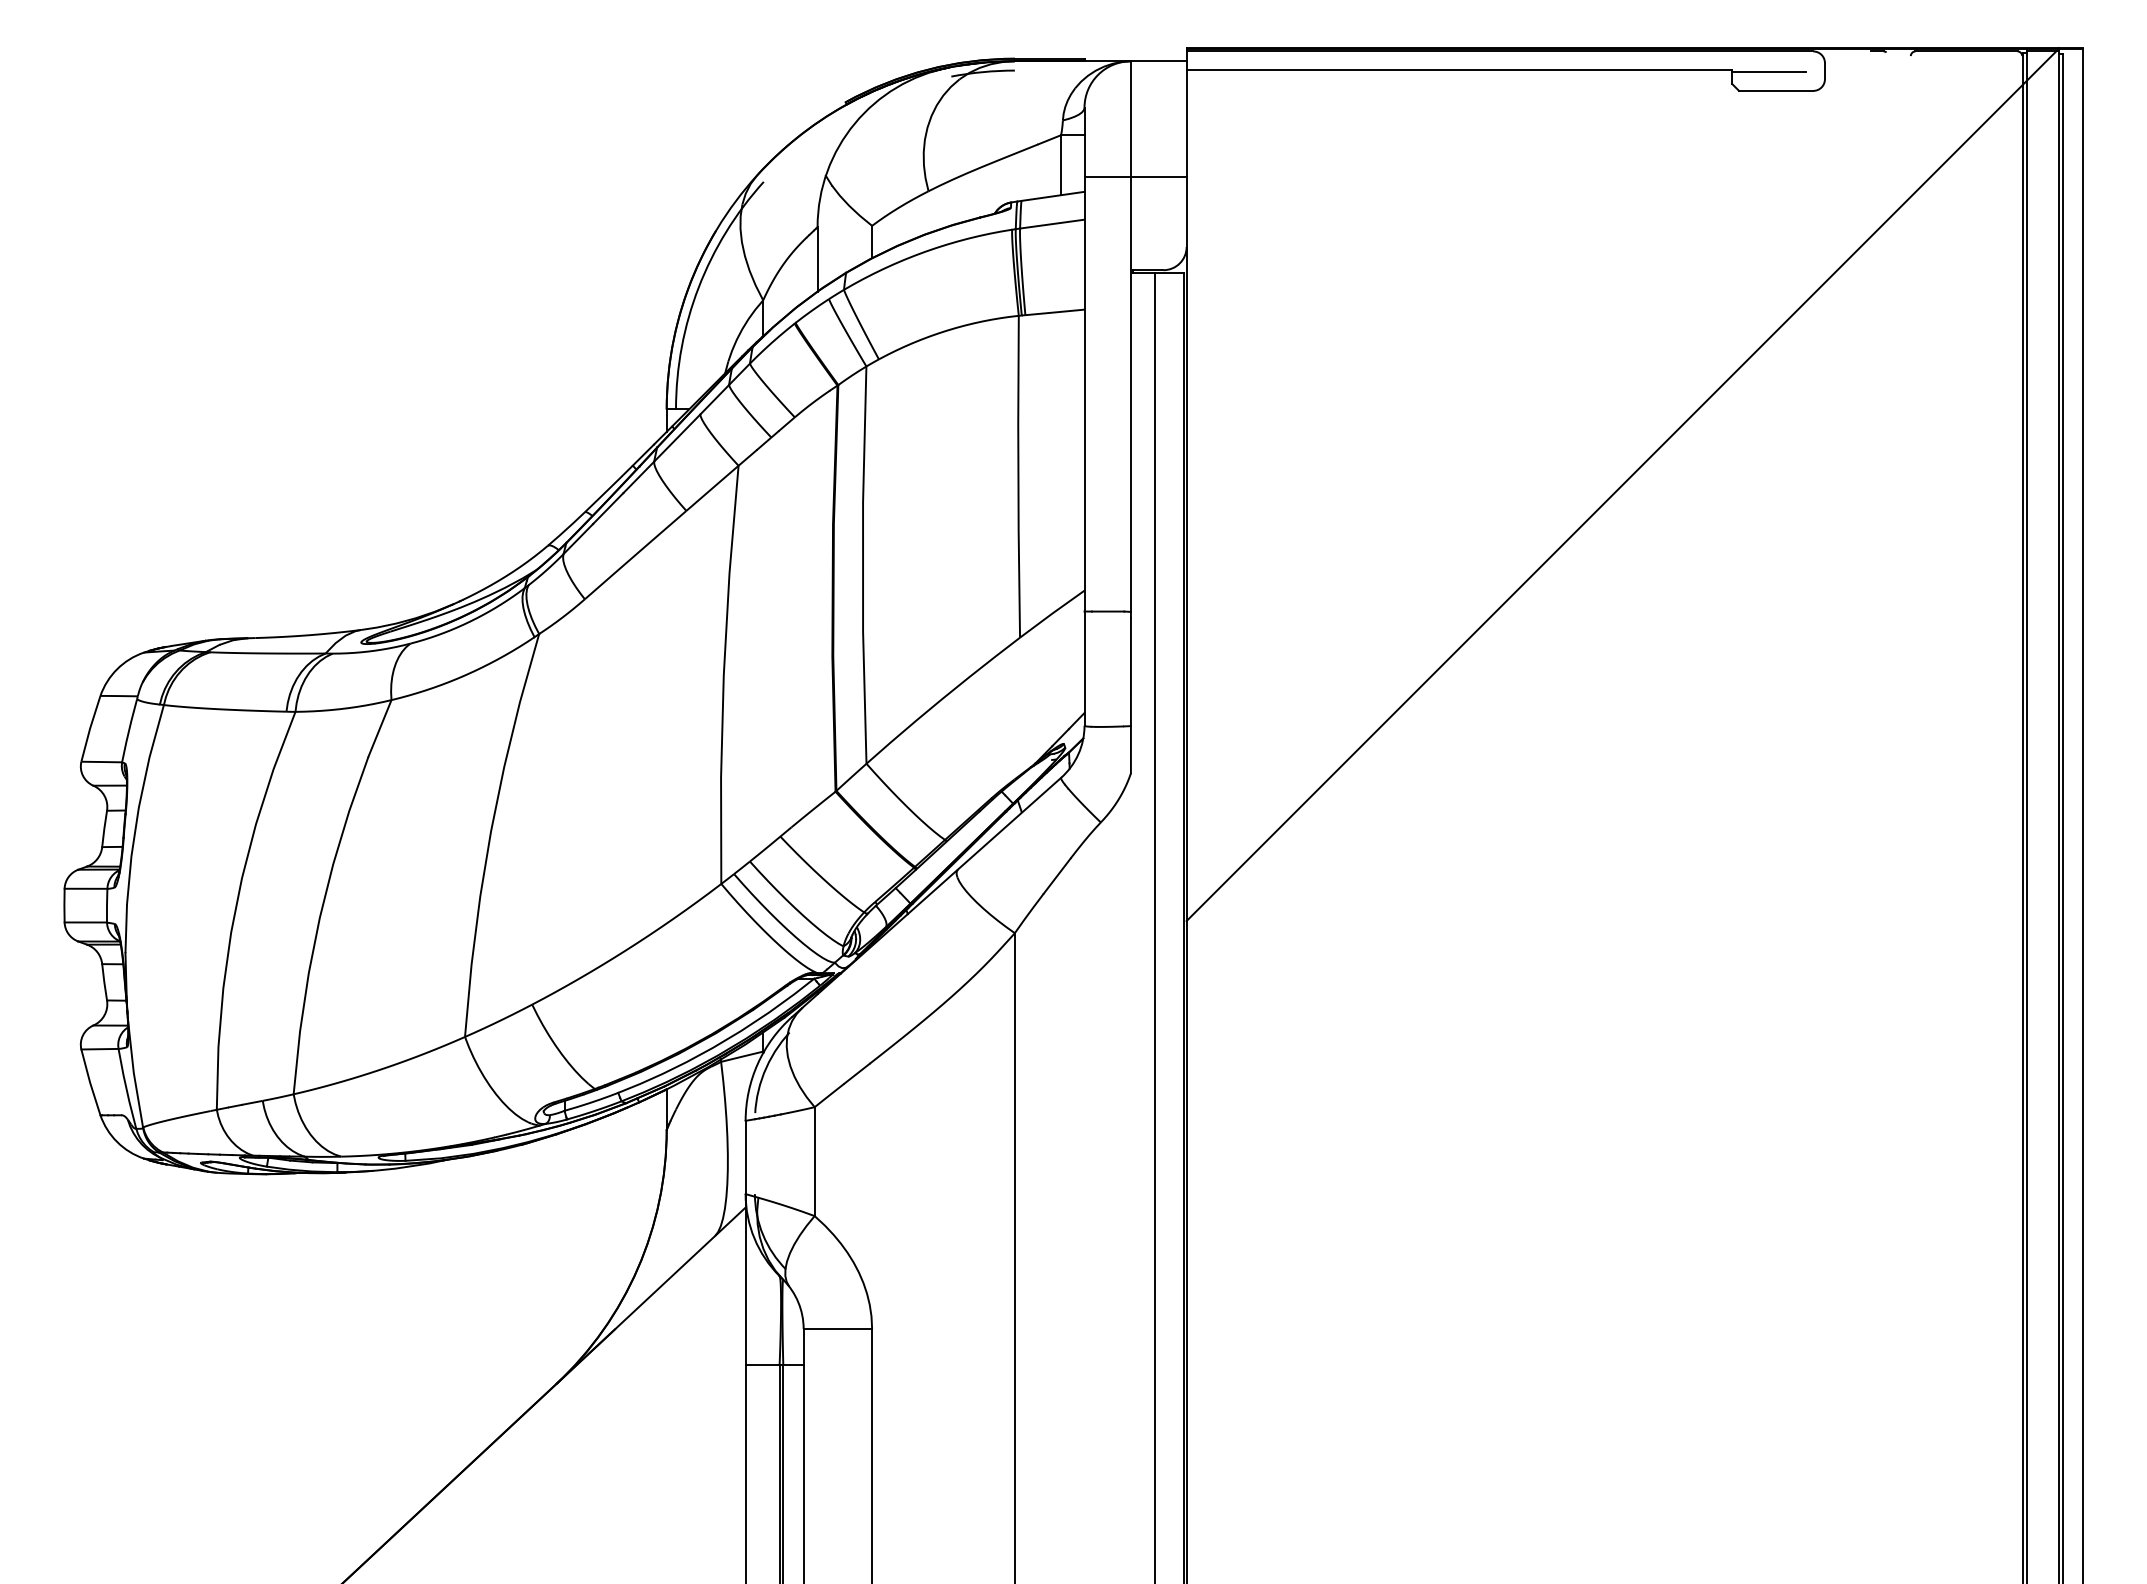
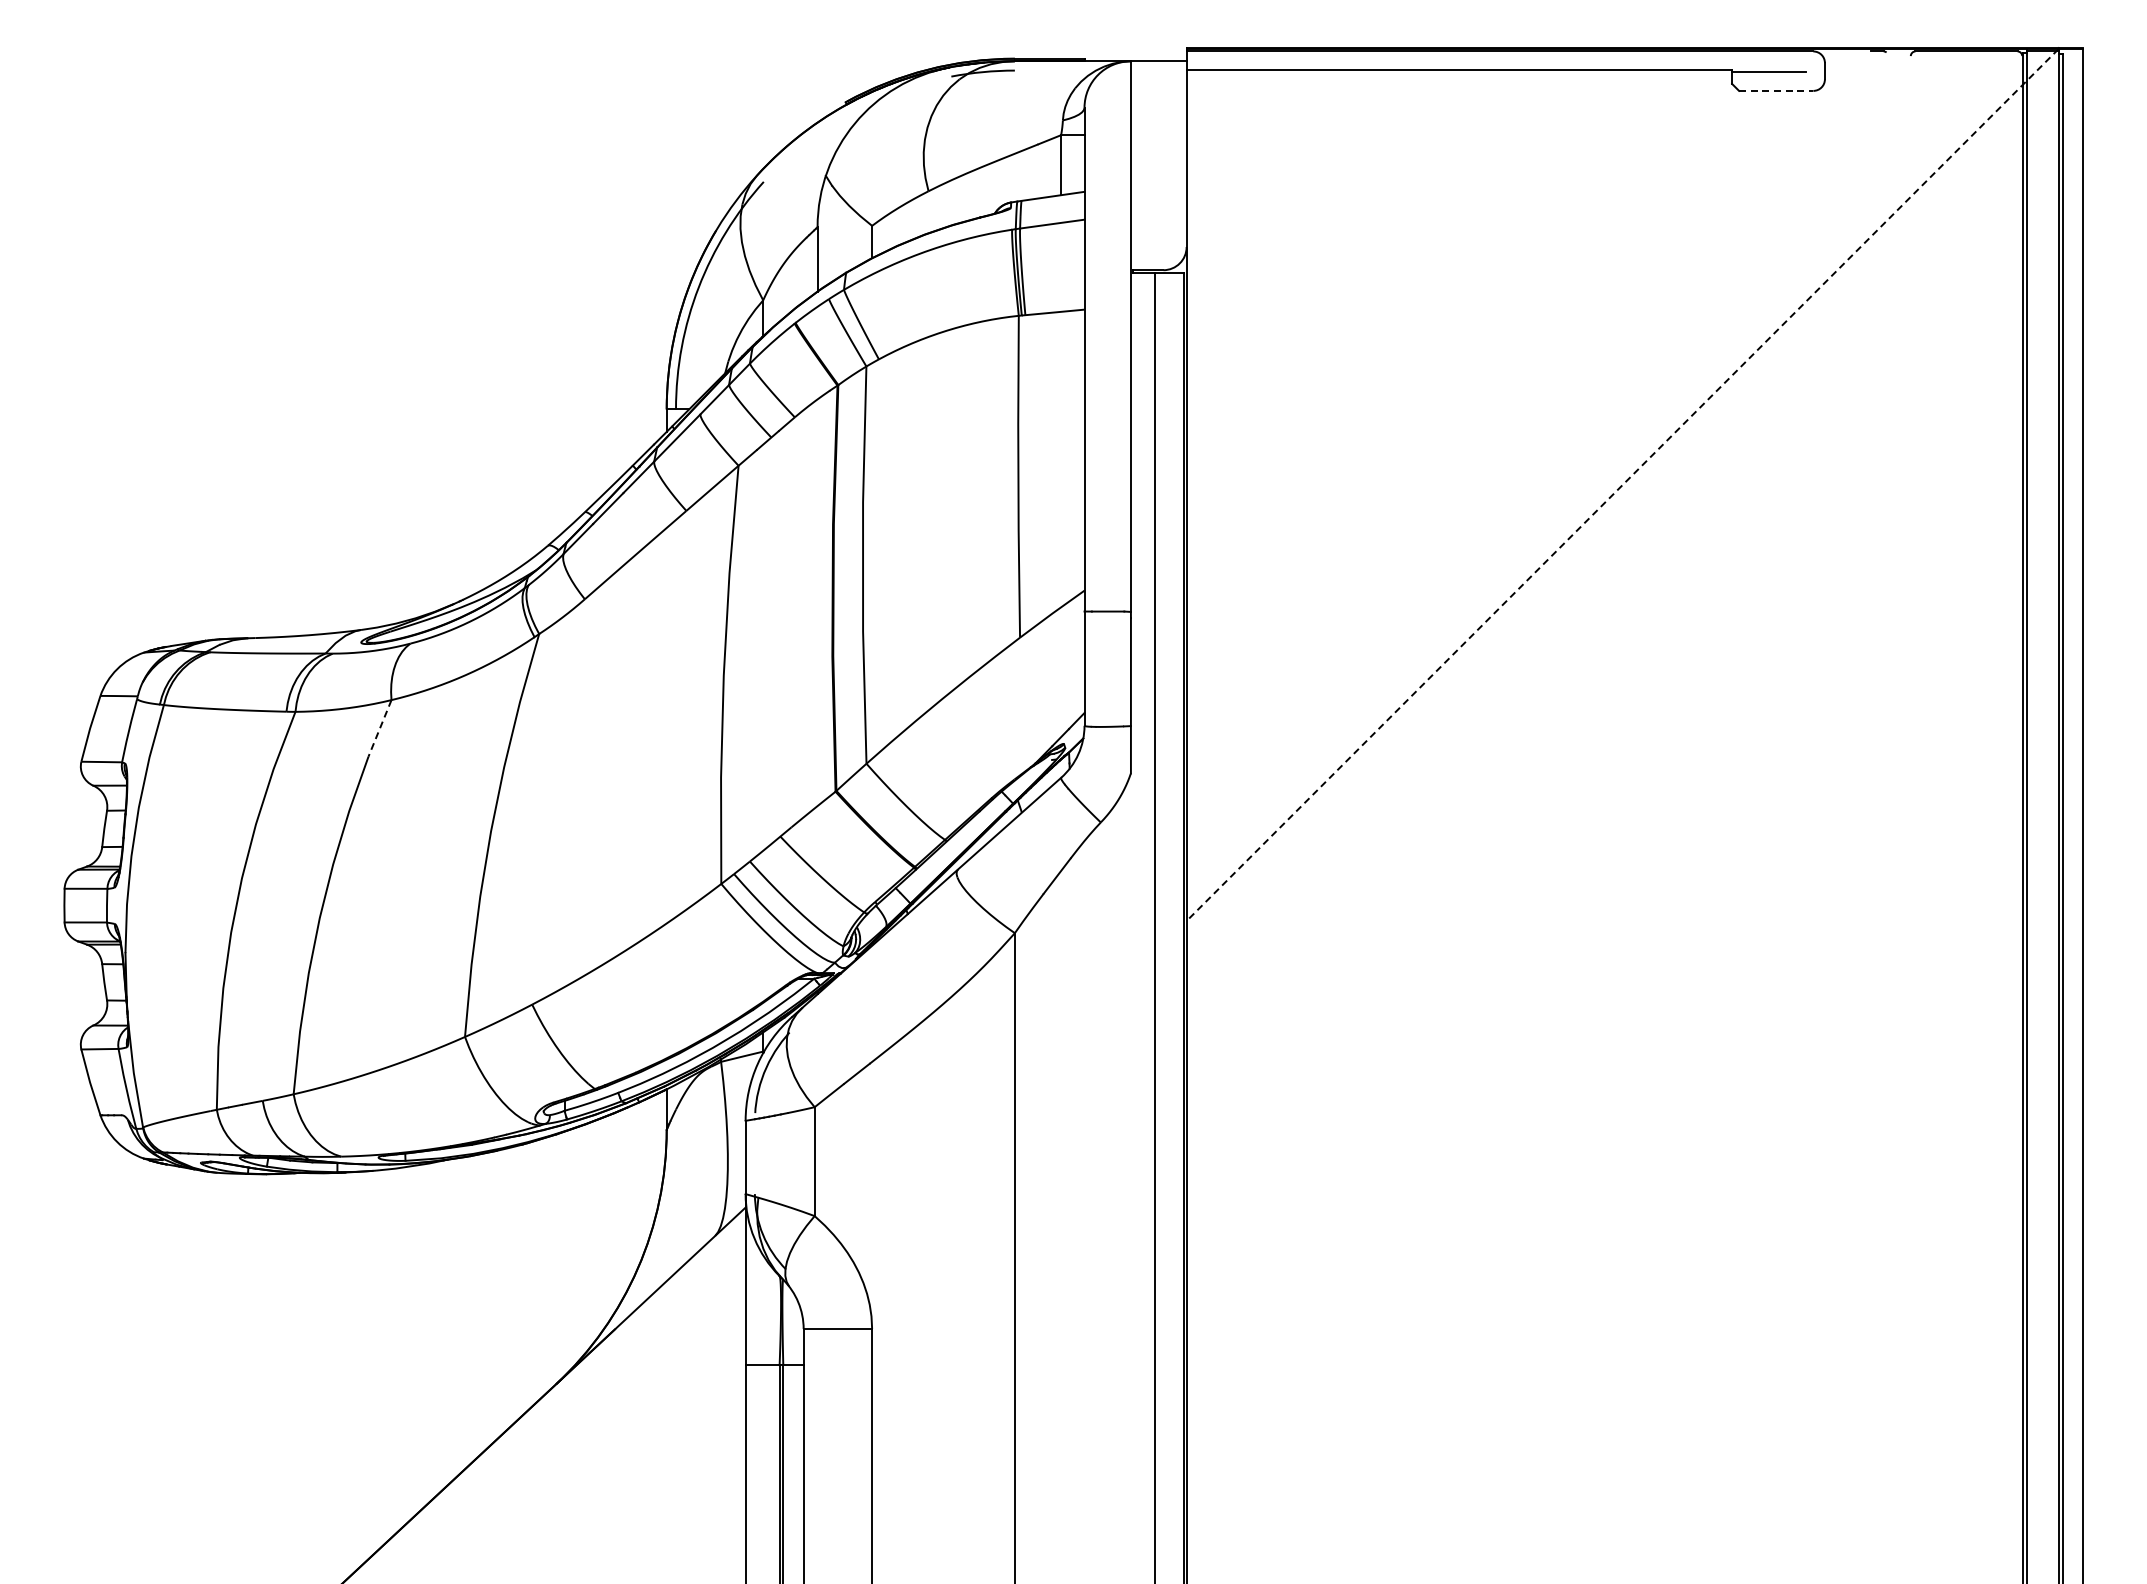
line at (1776, 90): solid -> dashed
line at (1135, 177): present -> none
line at (1622, 485): solid -> dashed
line at (379, 728): solid -> dashed
